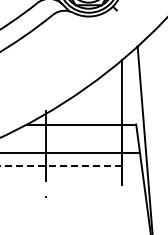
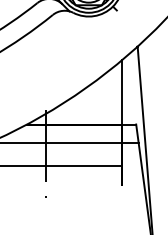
line at (70, 153) position: (70, 153) -> (70, 143)
line at (61, 166): dashed -> solid
